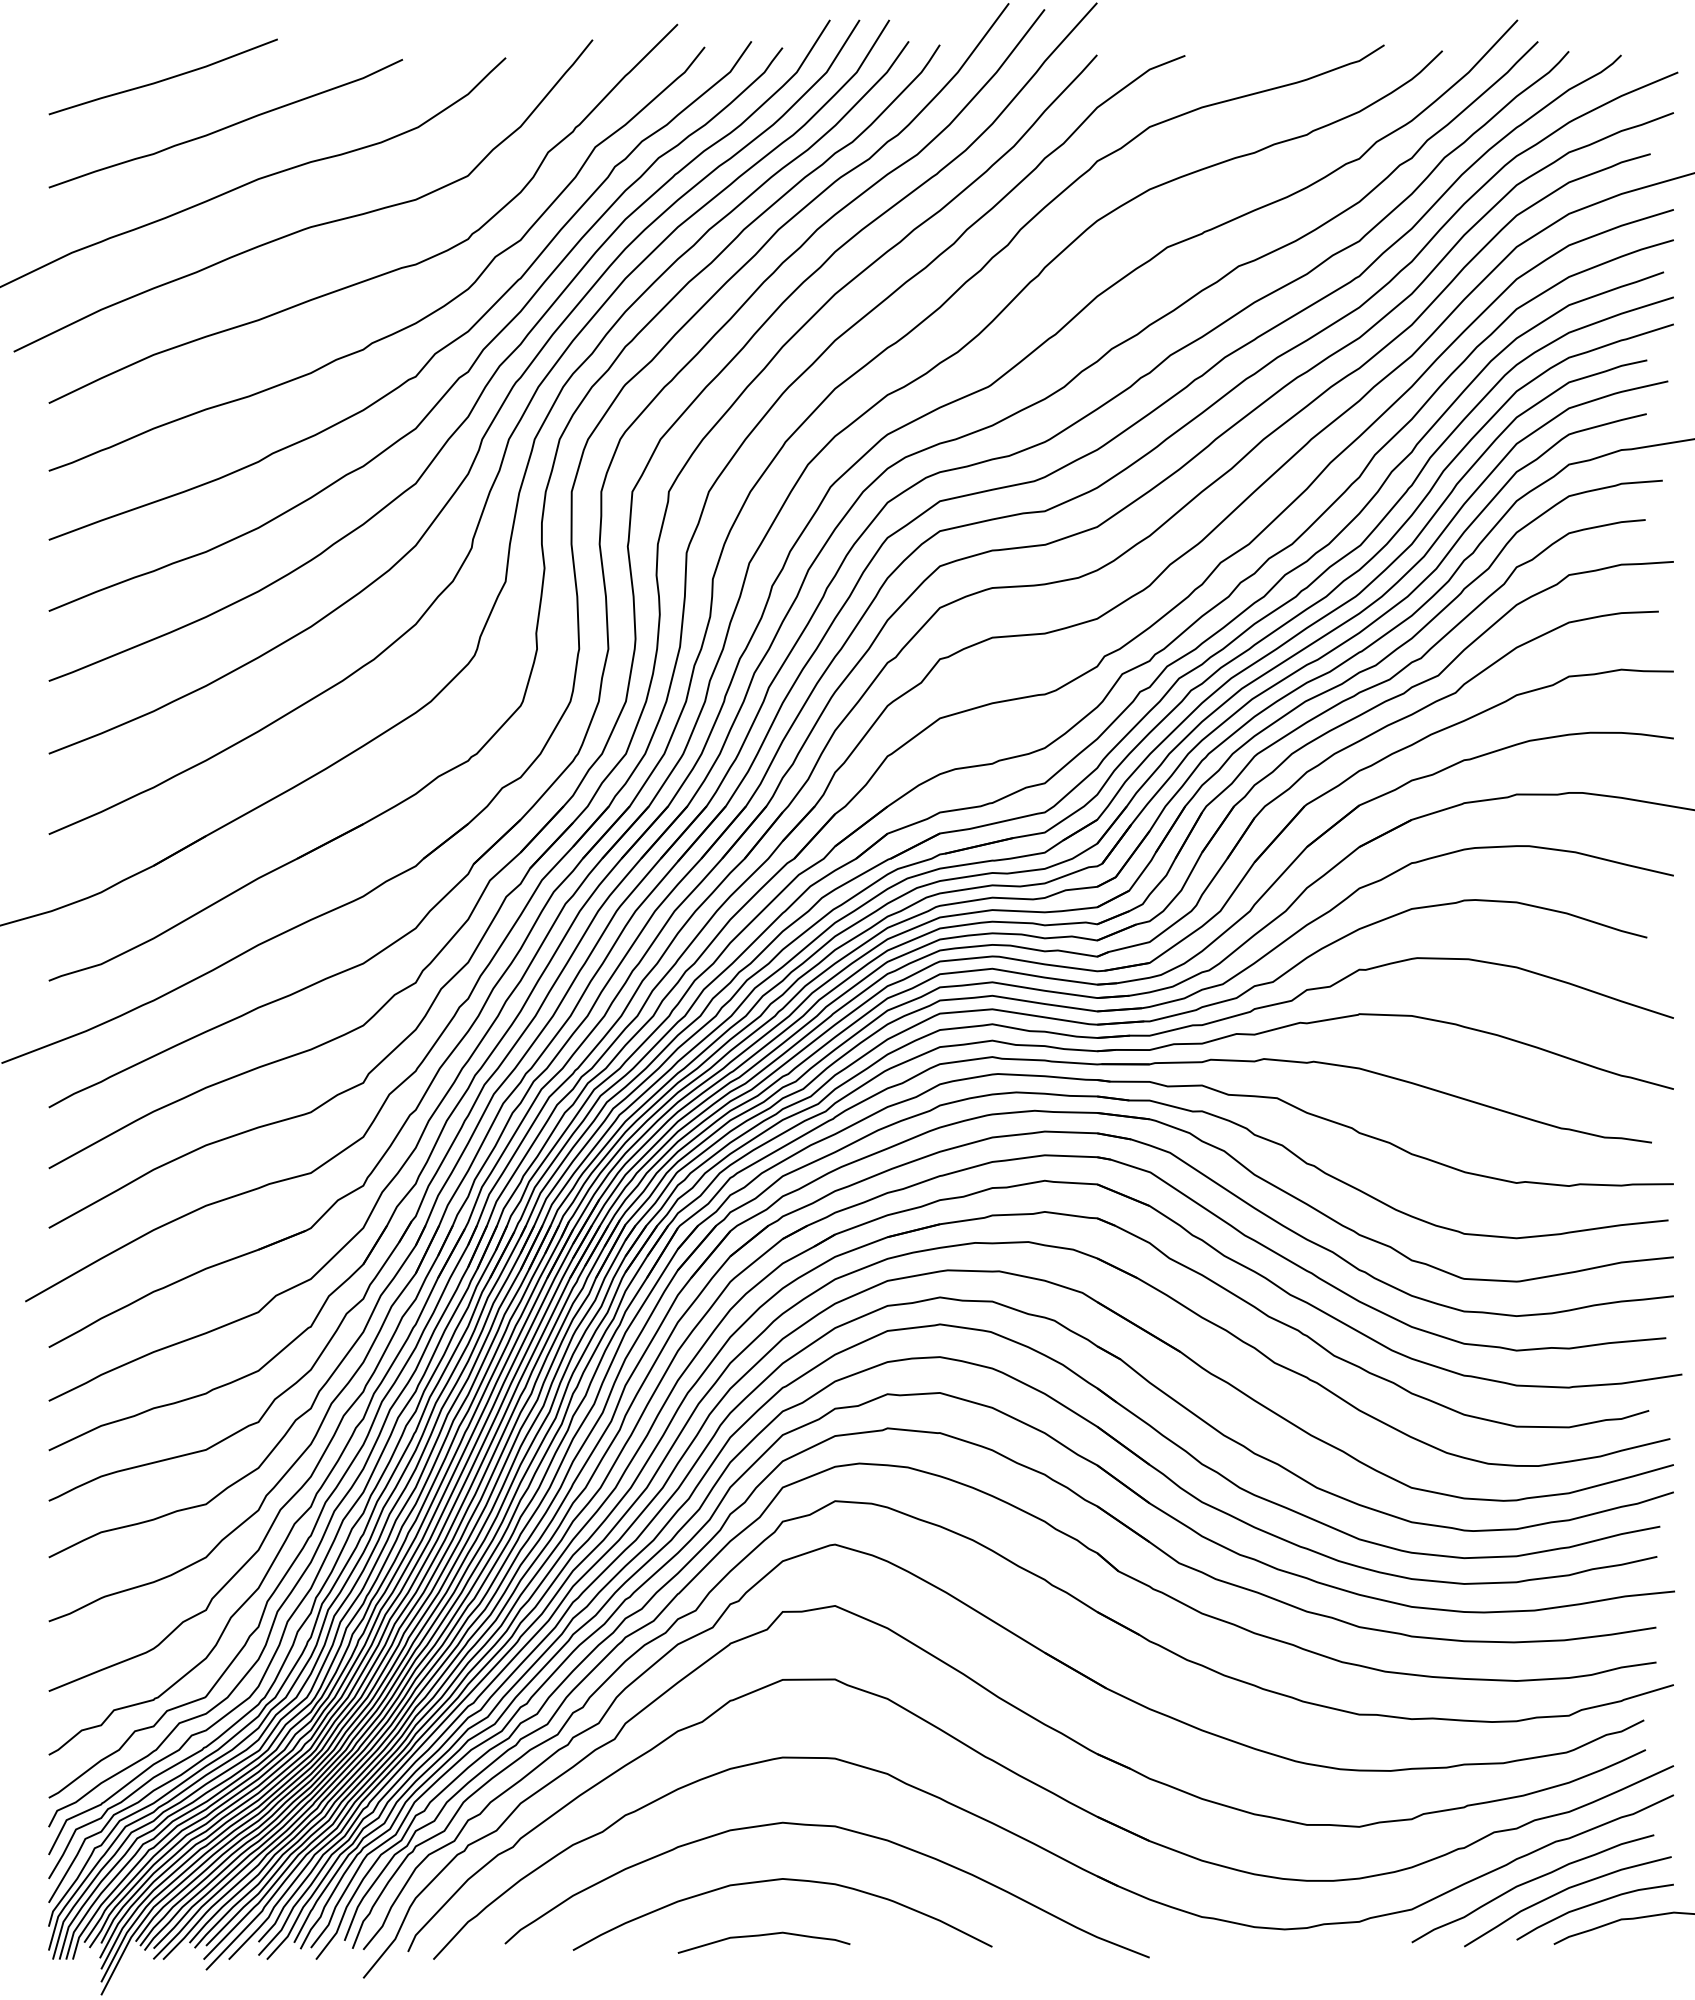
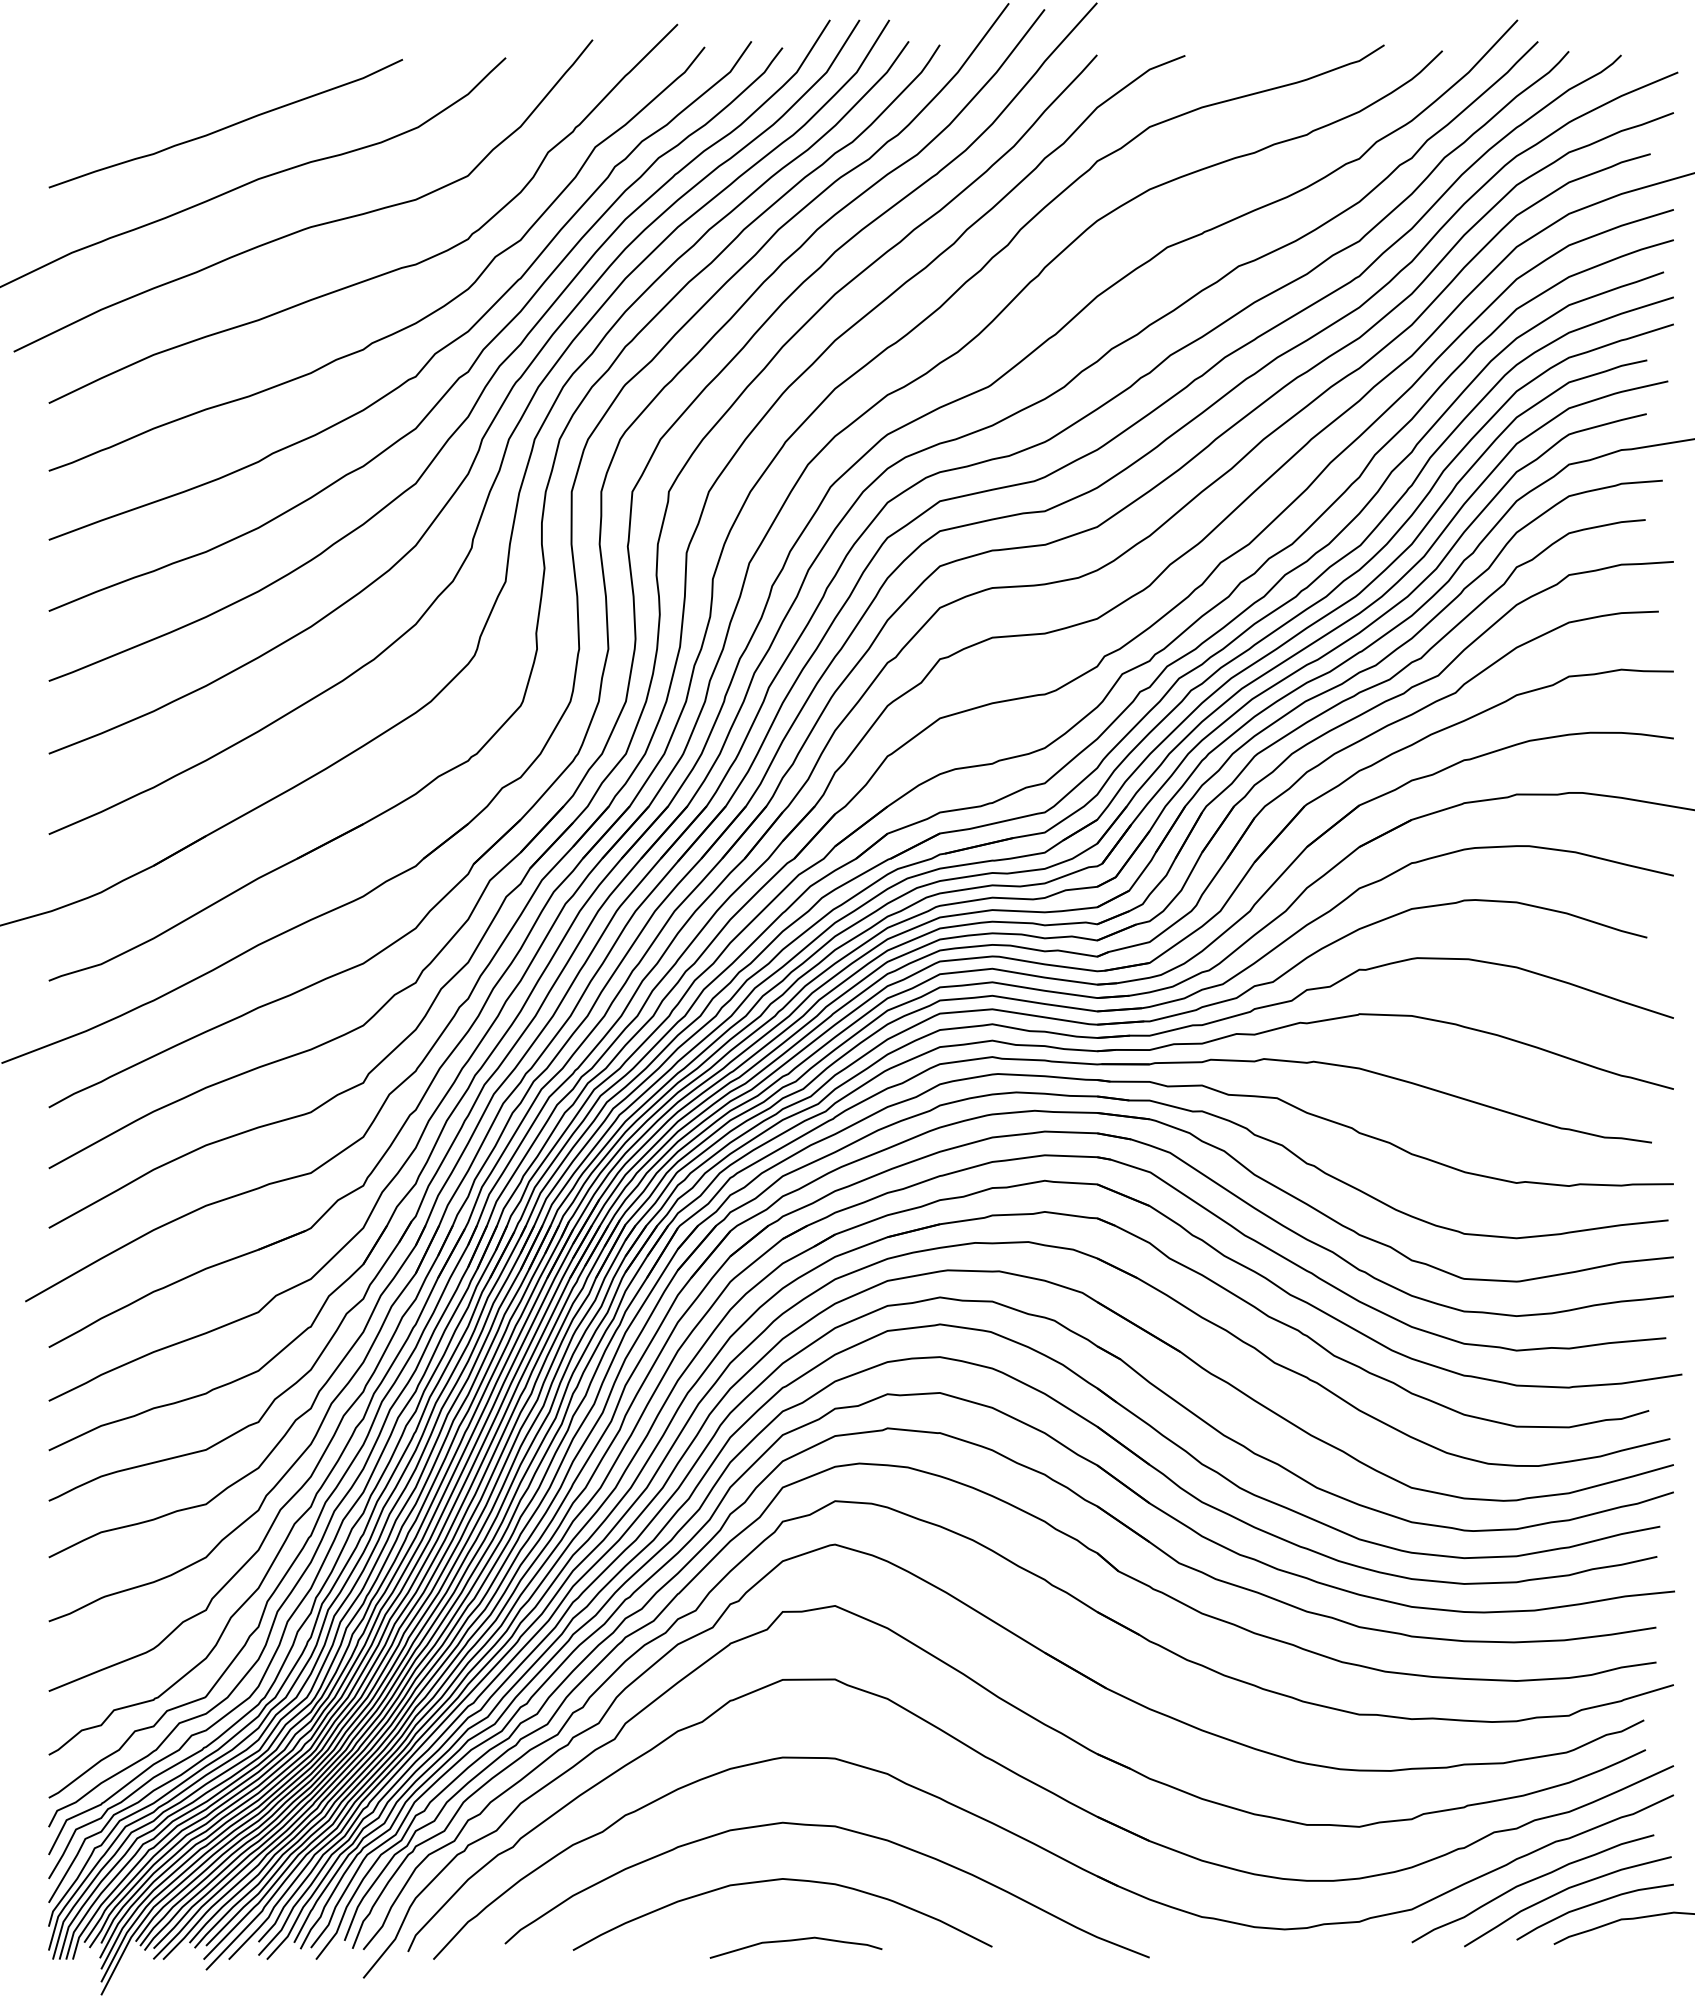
curve at (162, 79): present -> none
curve at (761, 1936) position: (761, 1936) -> (793, 1941)
